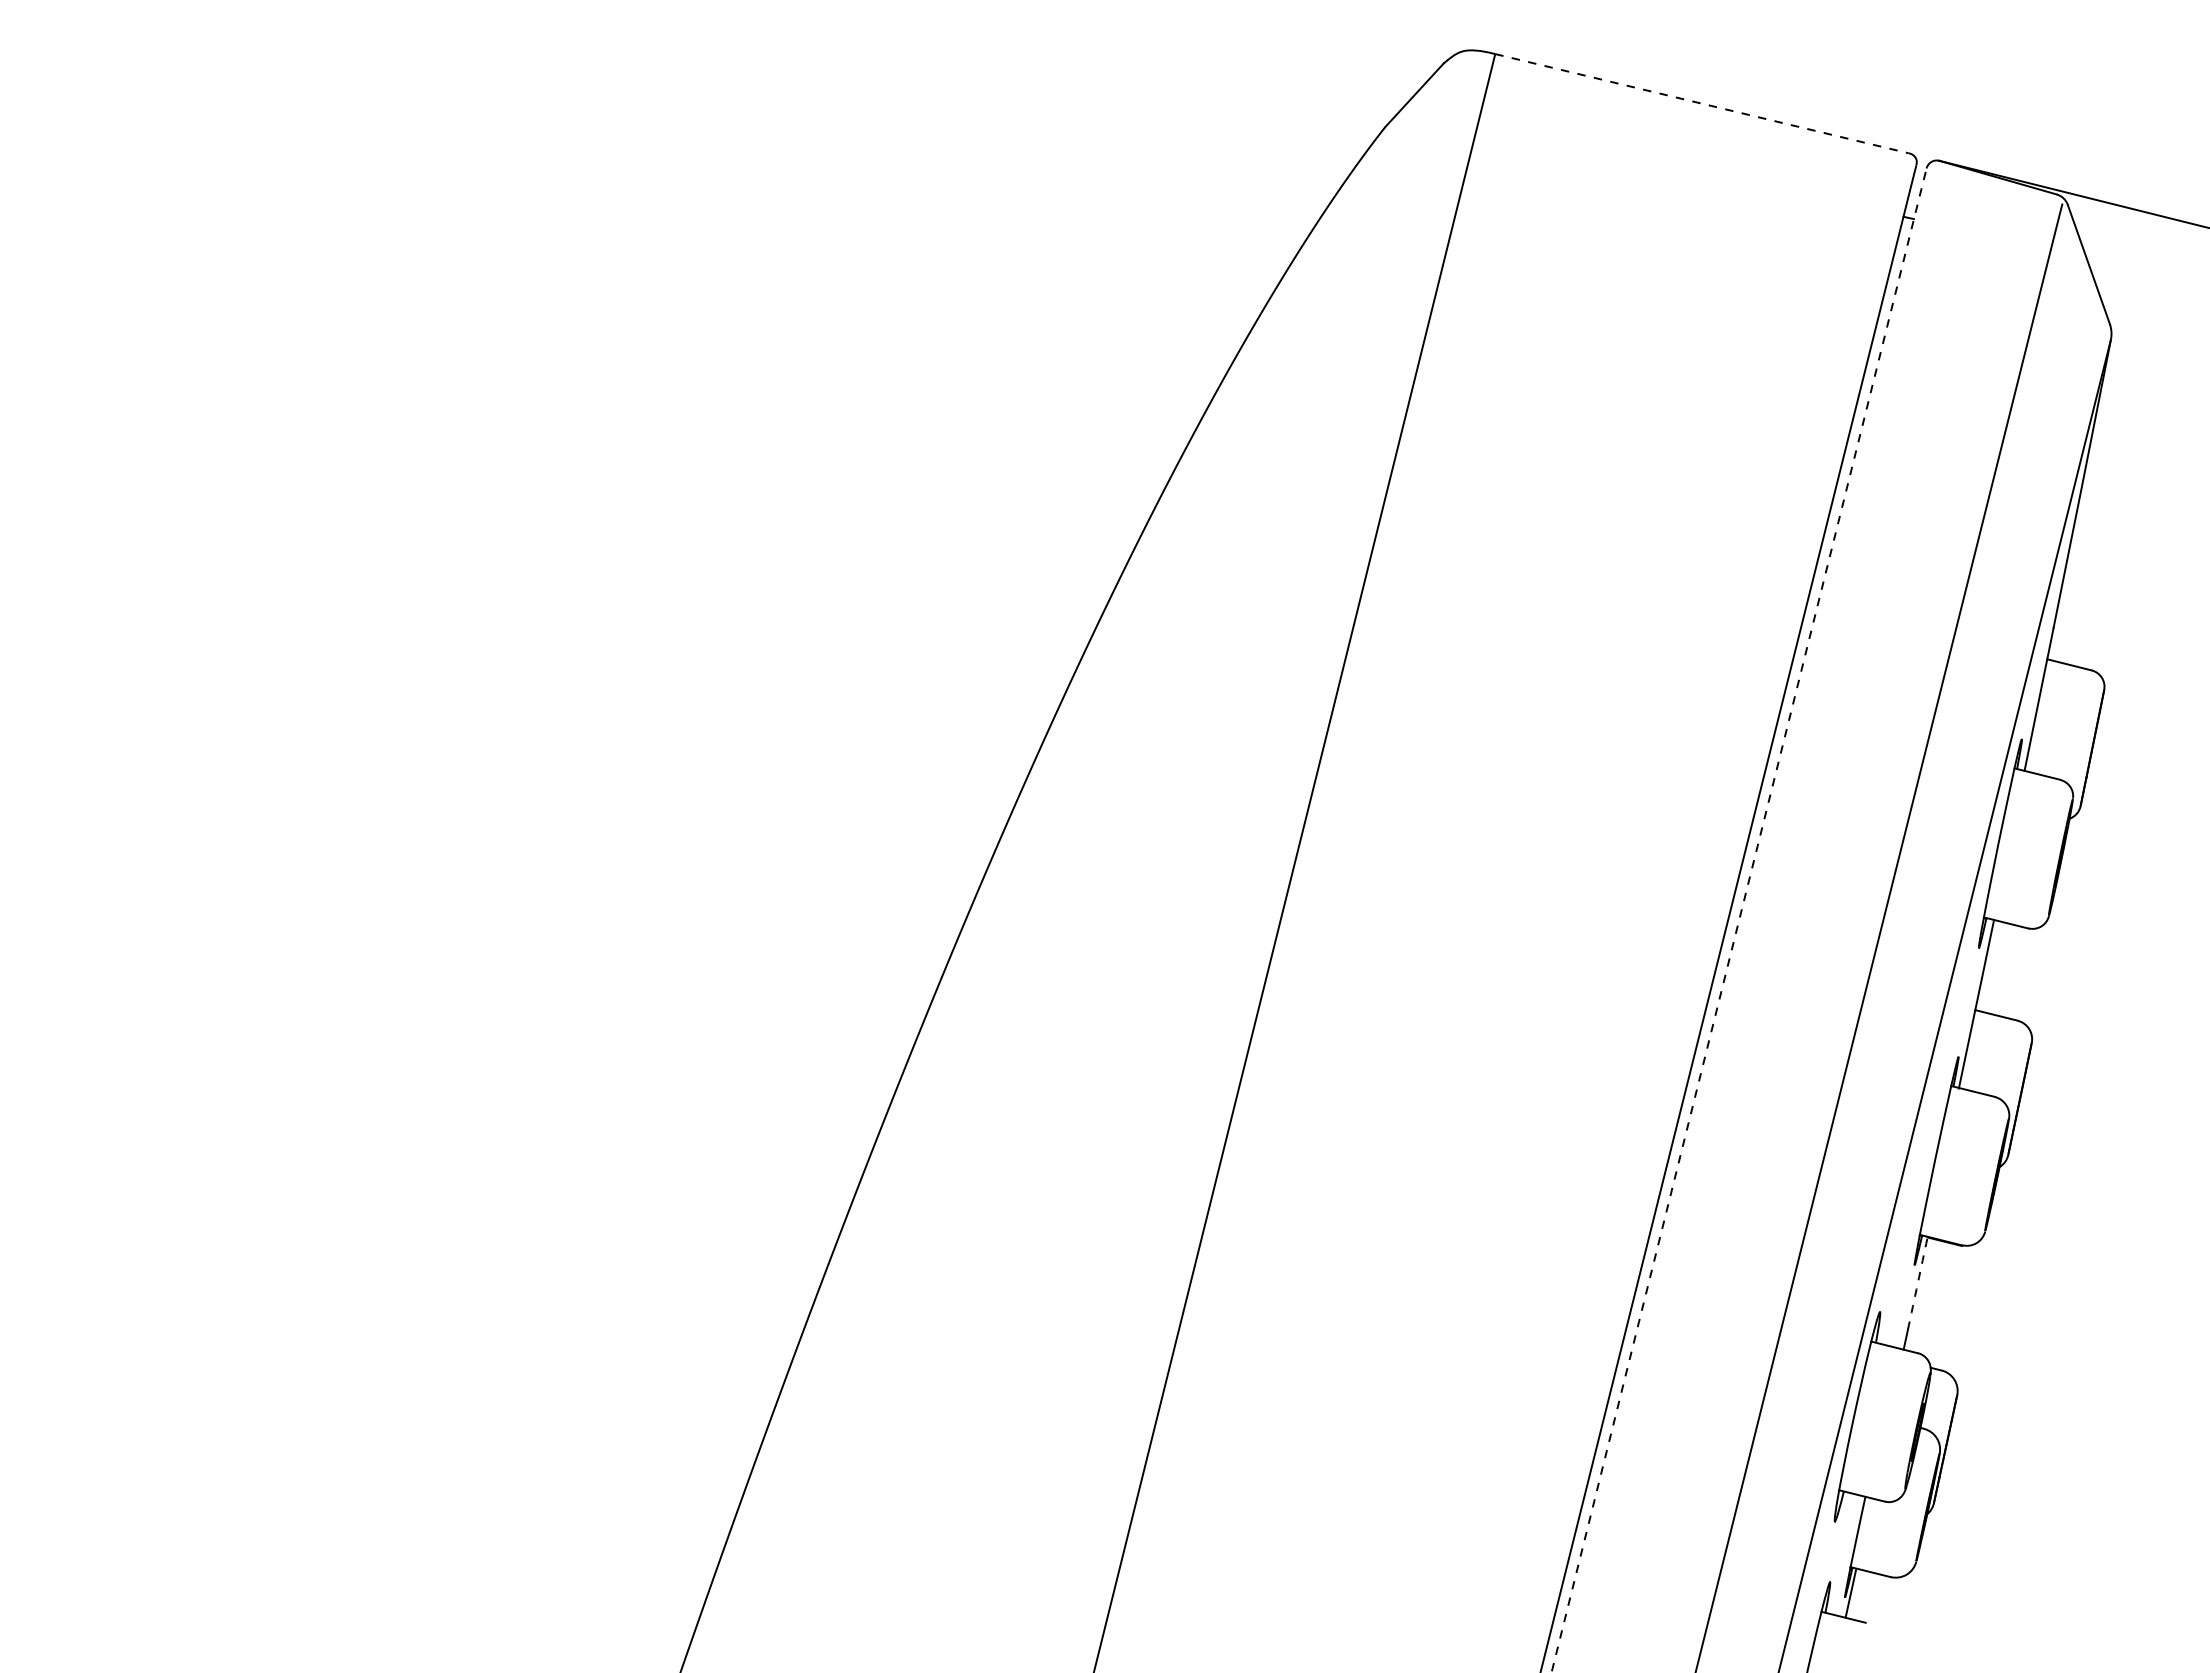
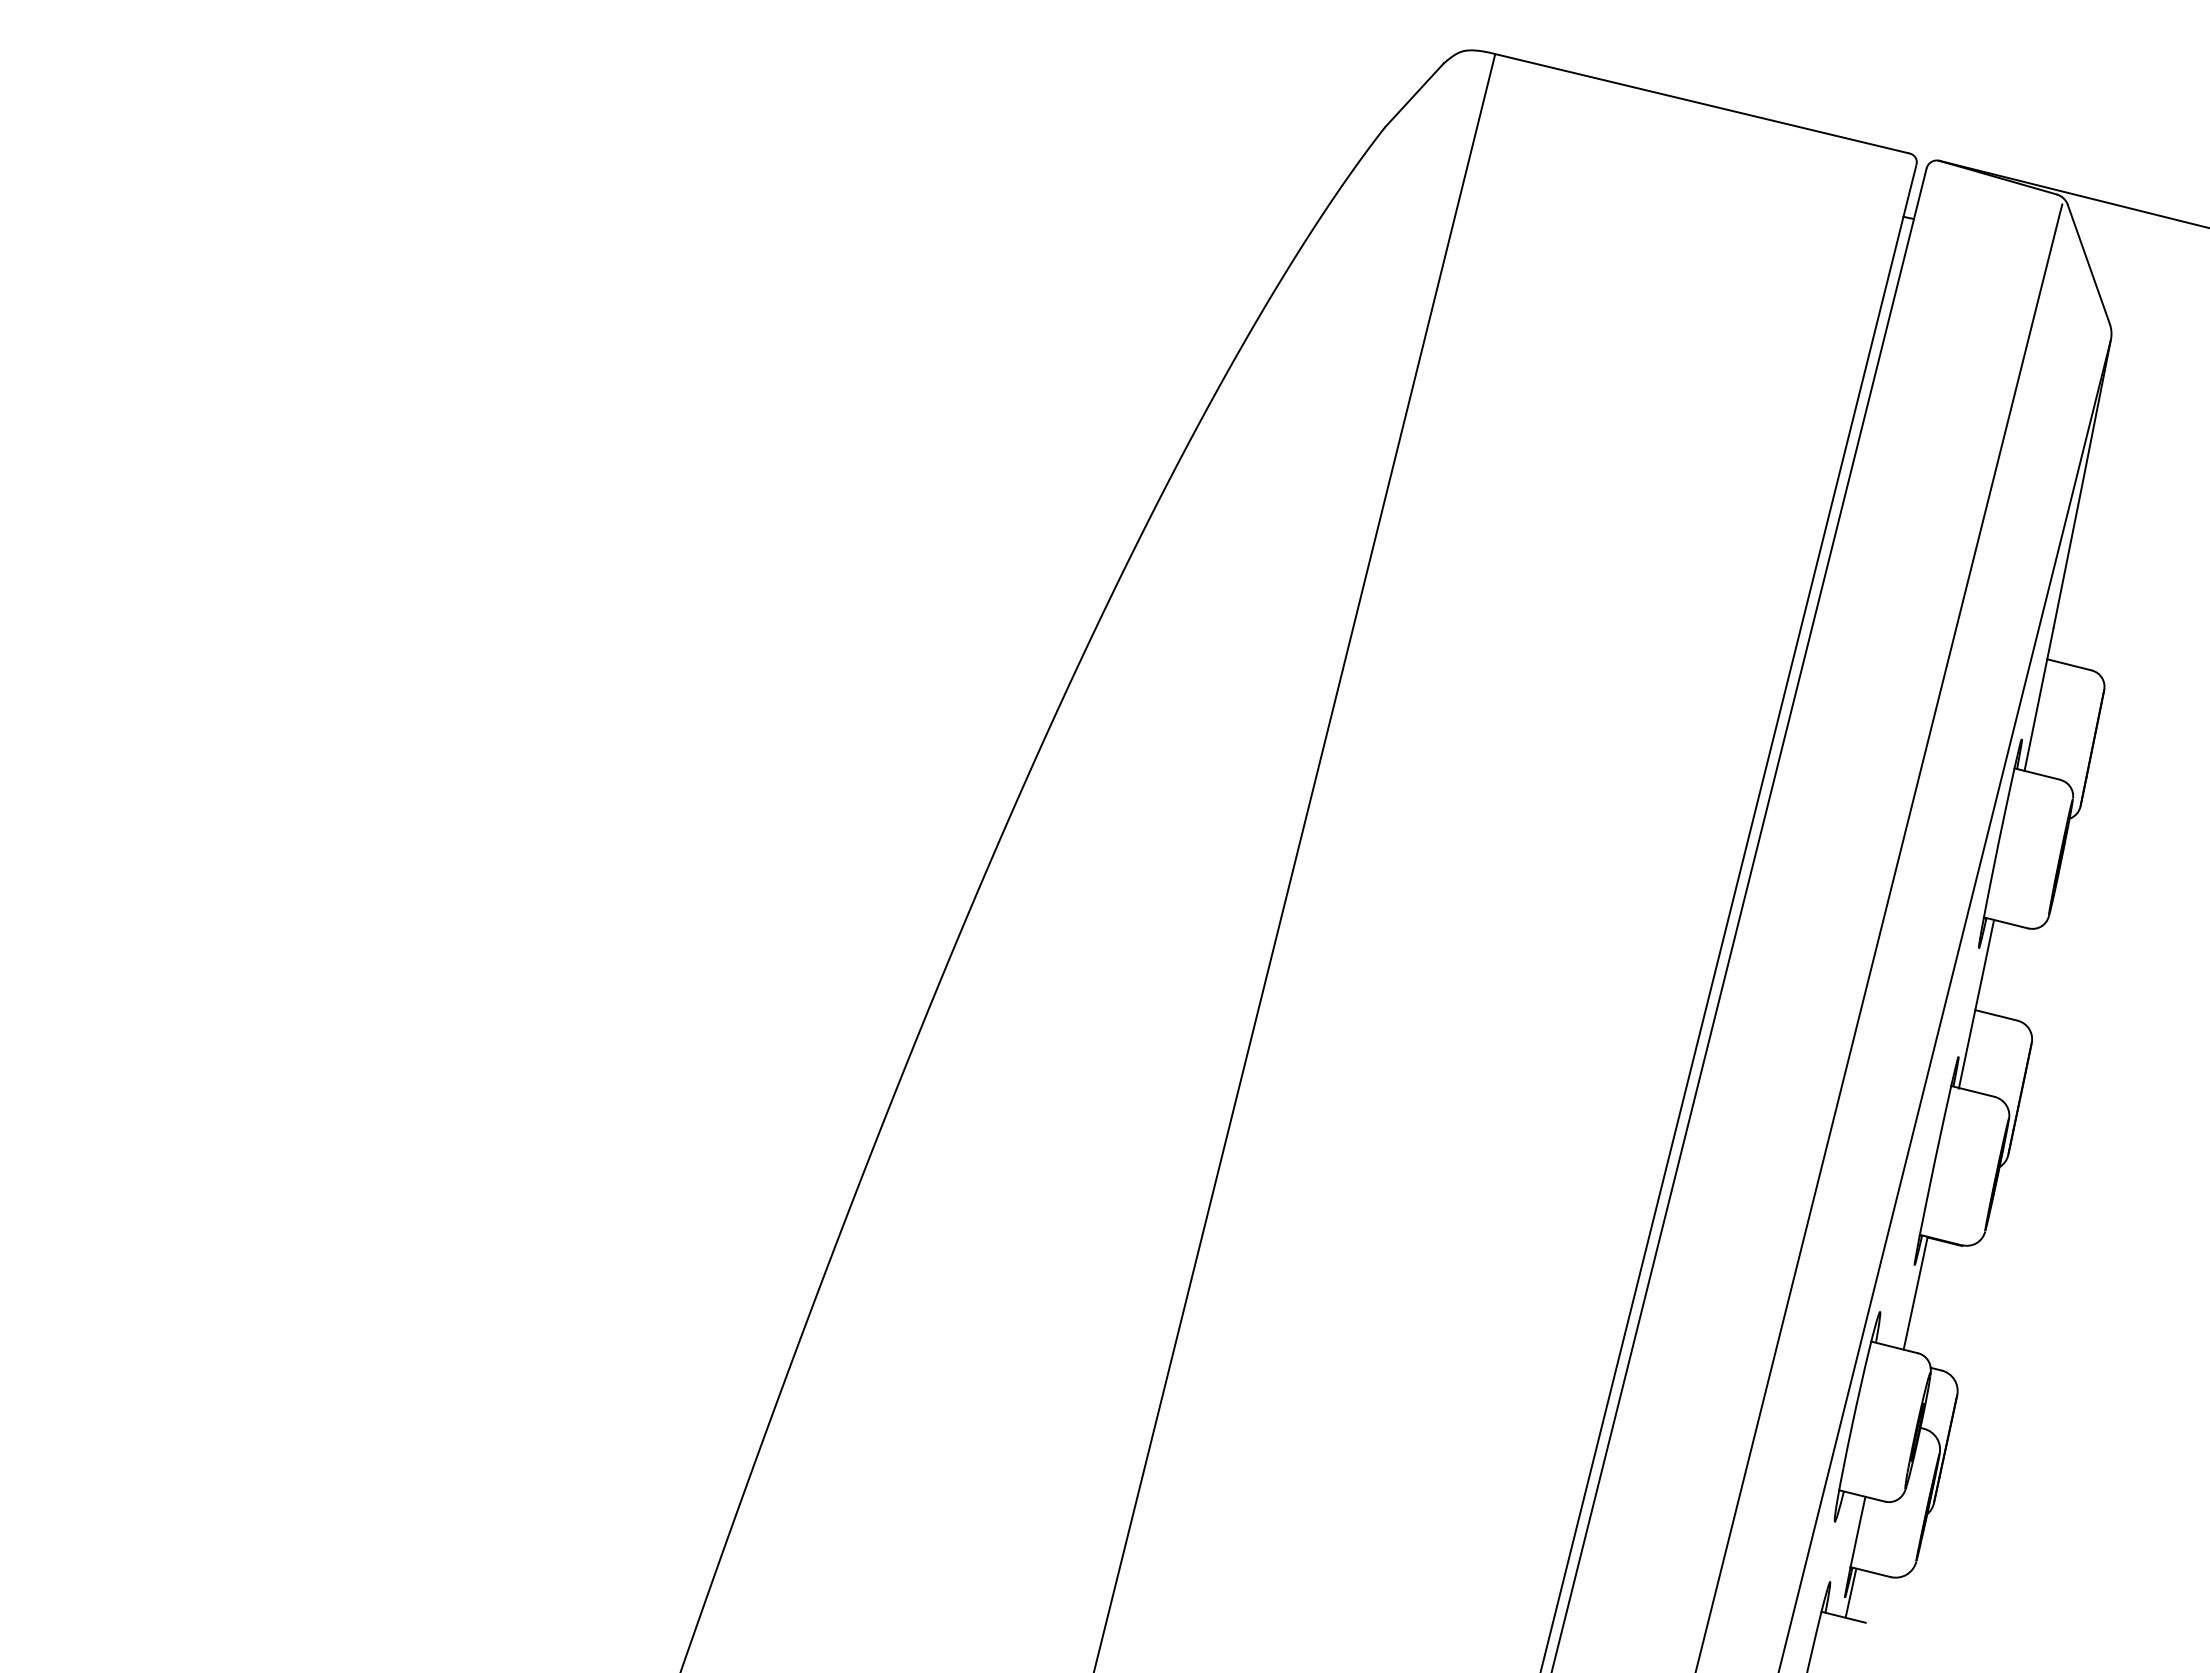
line at (1702, 103): dashed -> solid
line at (1739, 919): dashed -> solid
arc at (1917, 1283): dashed -> solid
